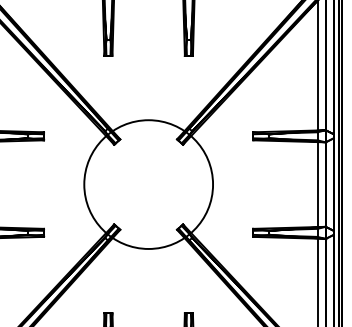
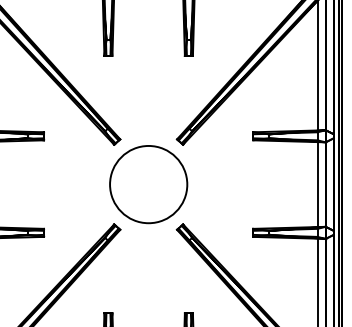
circle at (148, 184) diameter: 129 px -> 77 px
